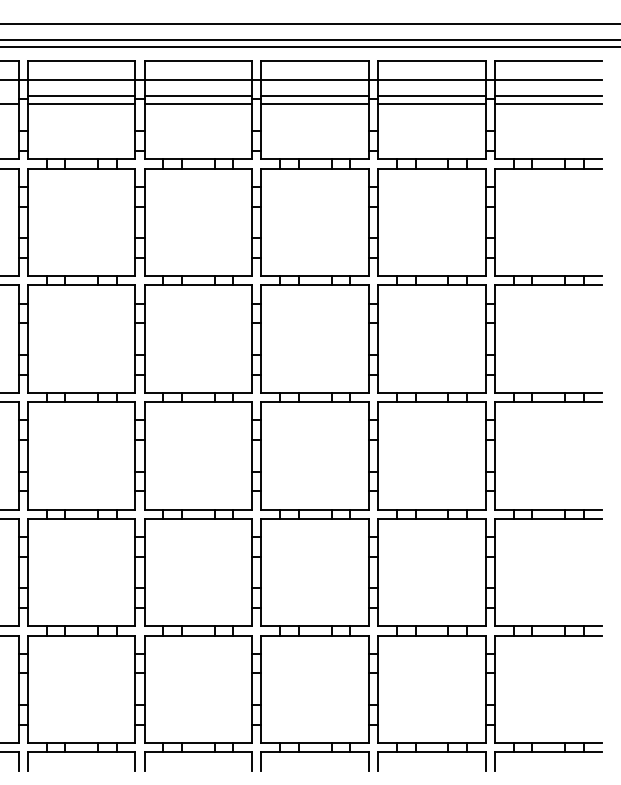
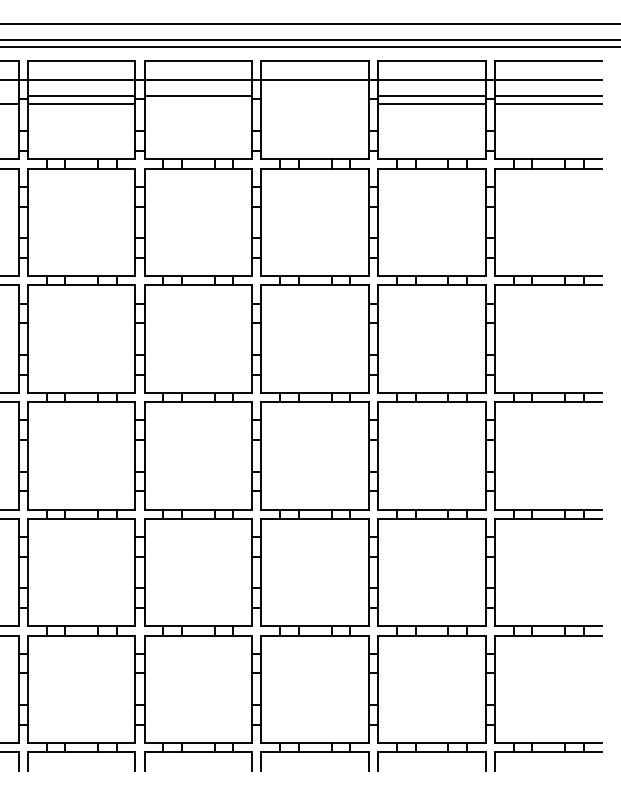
line at (314, 96): present -> none
line at (198, 103): present -> none
line at (314, 103): present -> none
